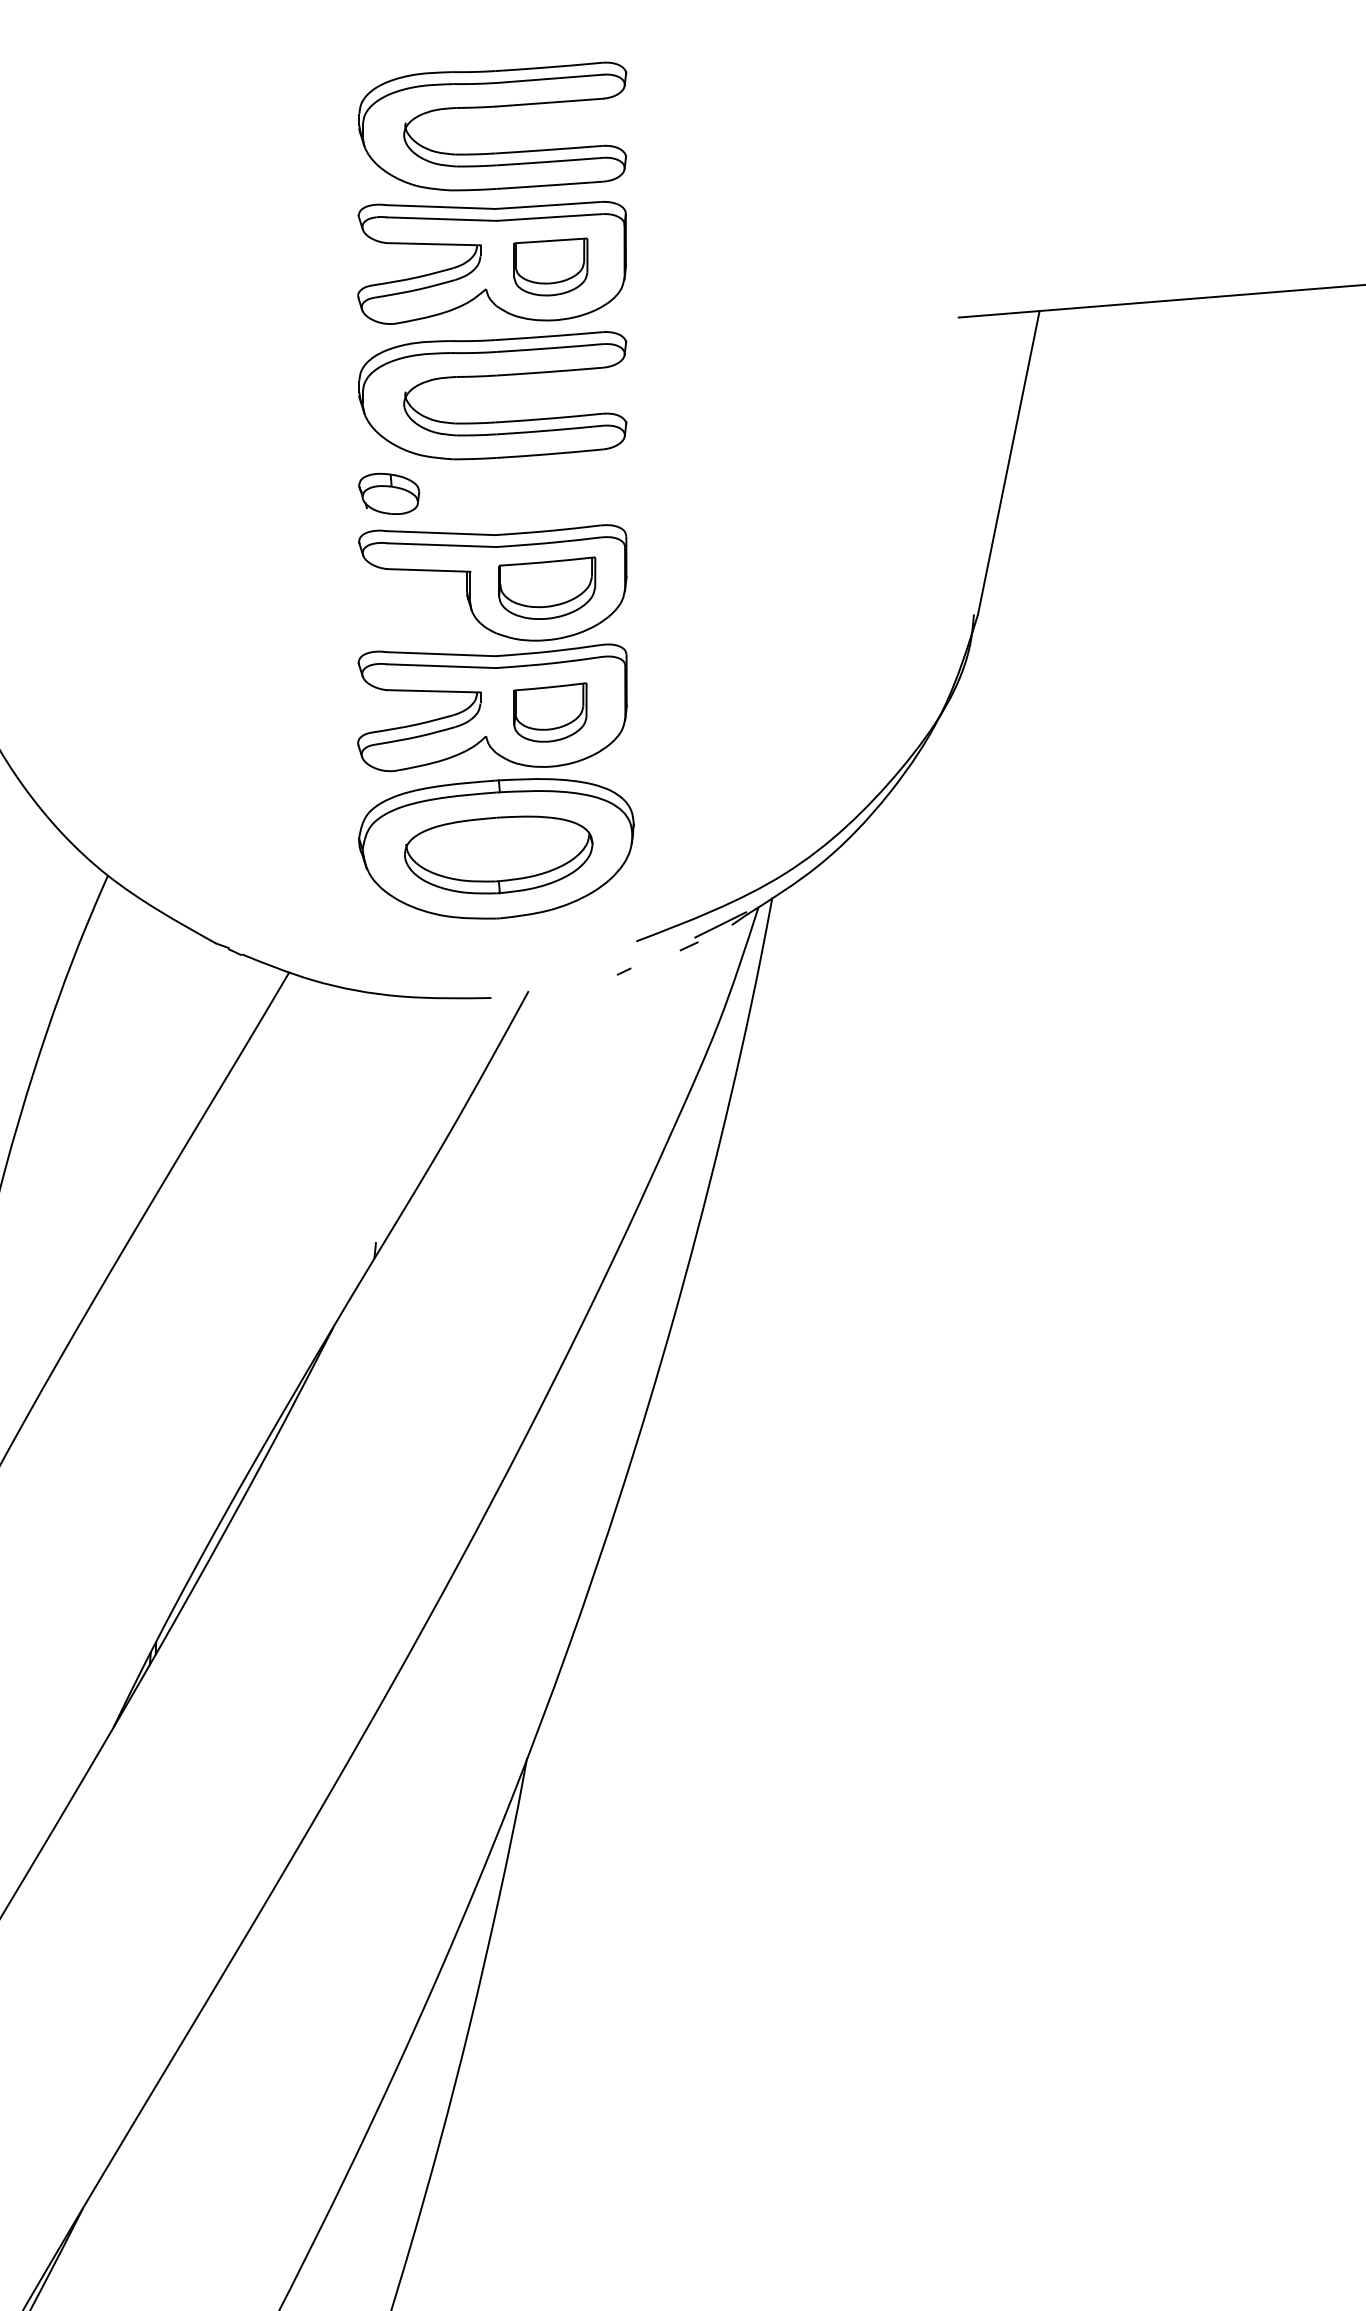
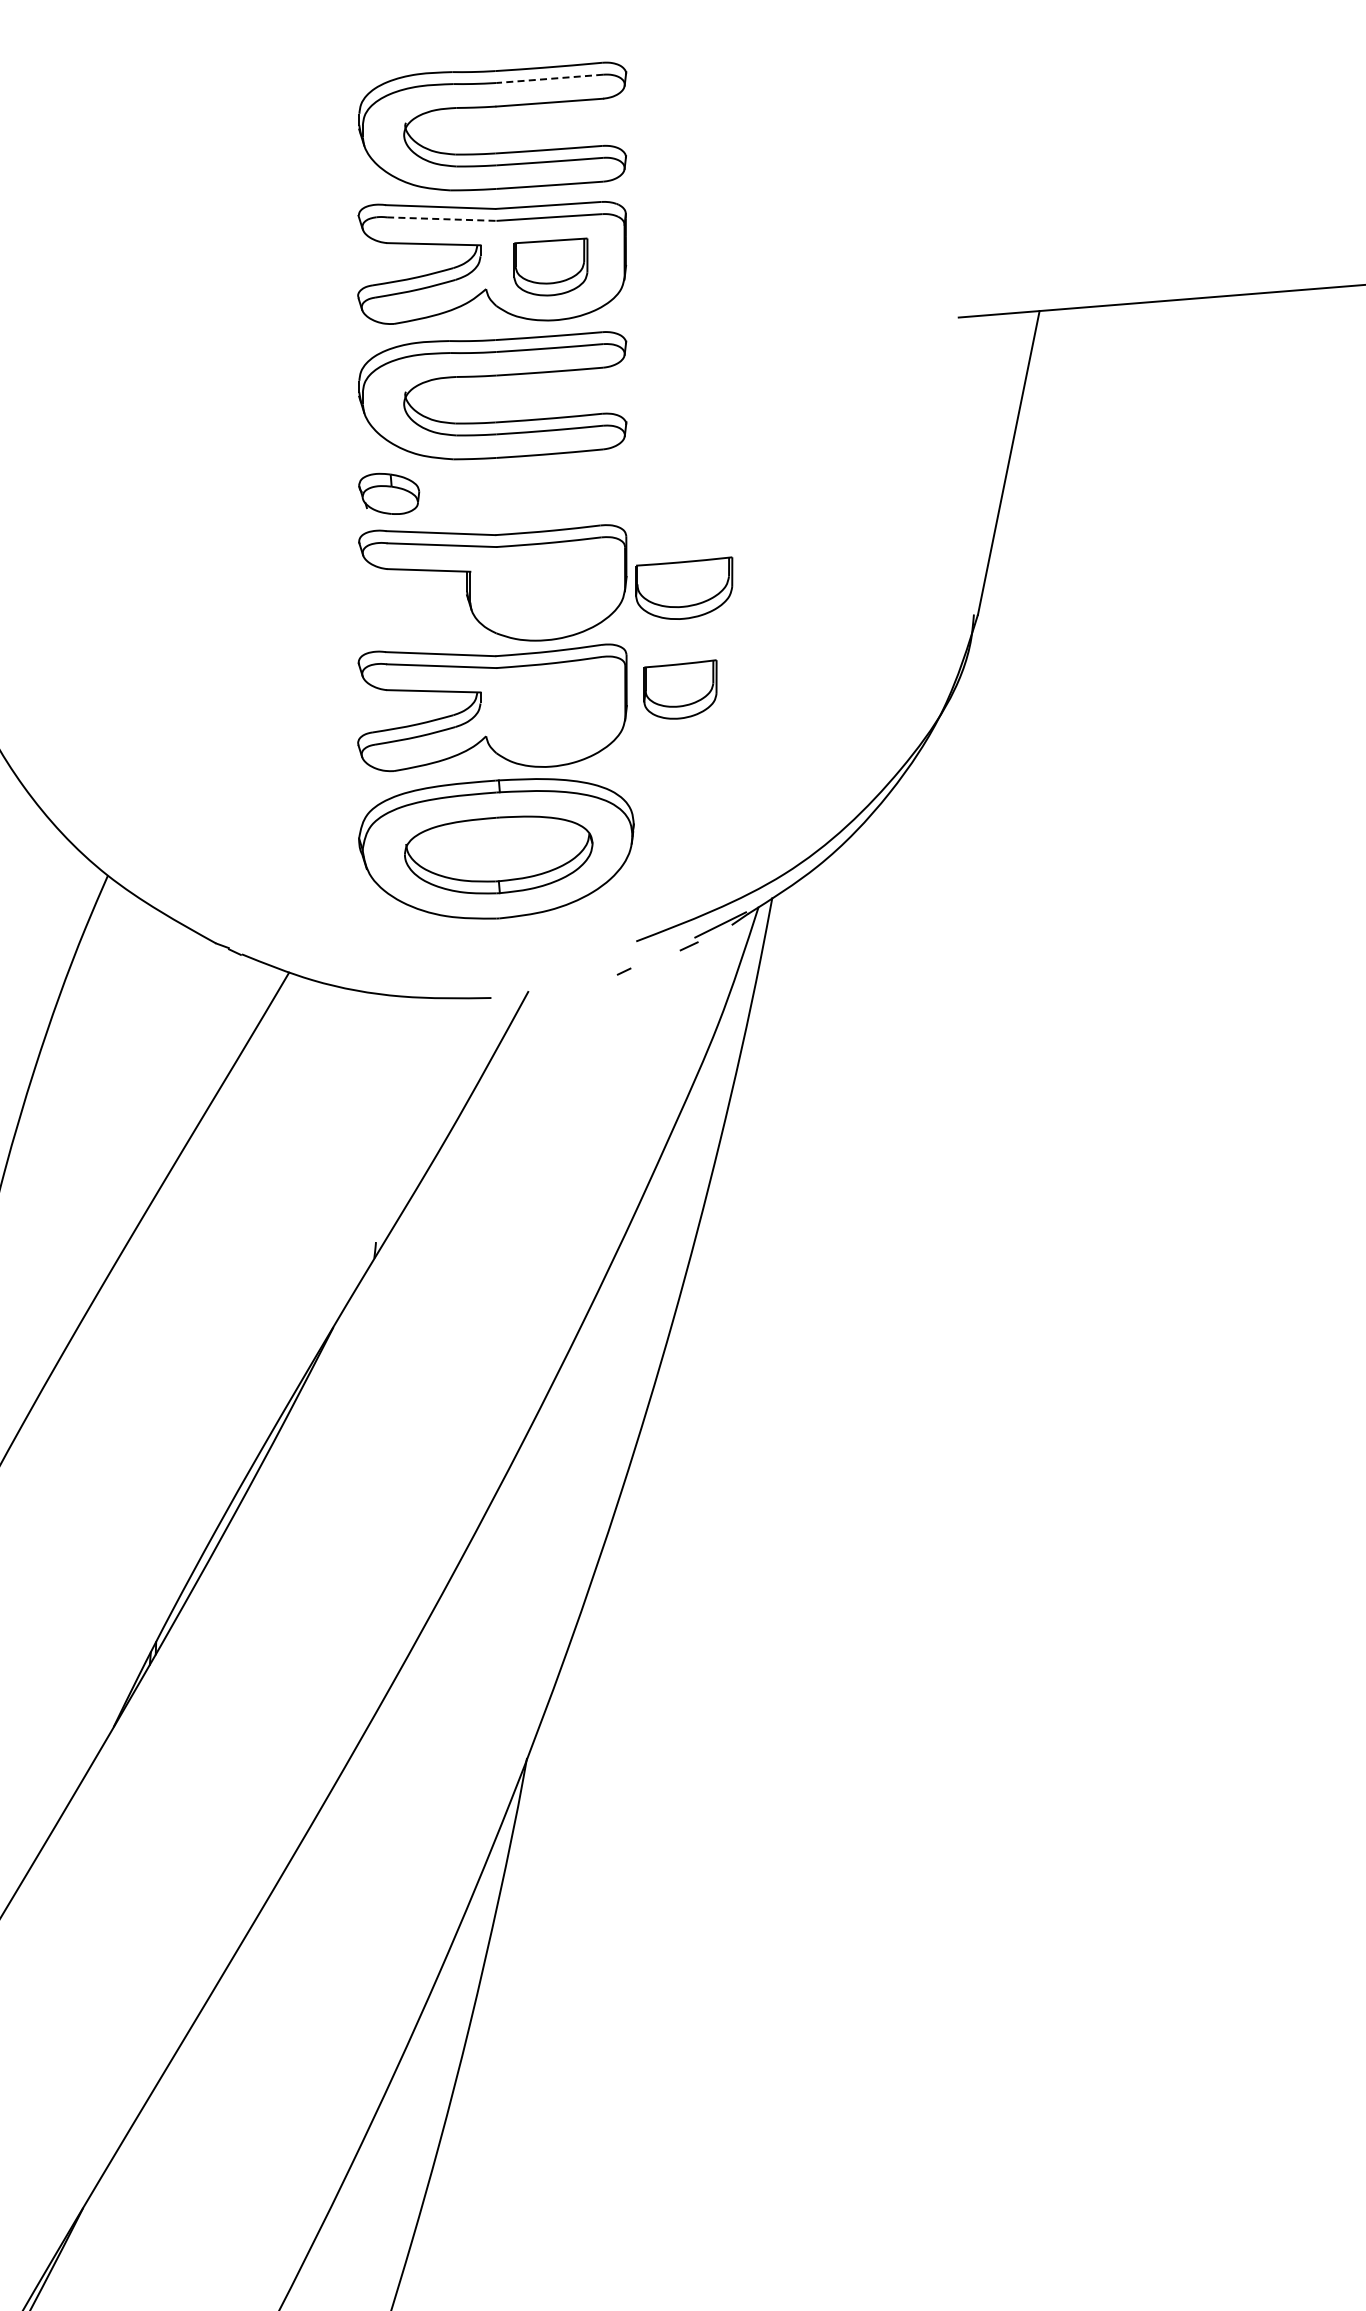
line at (549, 78): solid -> dashed
line at (441, 219): solid -> dashed
part at (547, 587) position: (547, 587) -> (684, 587)
part at (550, 712) position: (550, 712) -> (680, 689)
